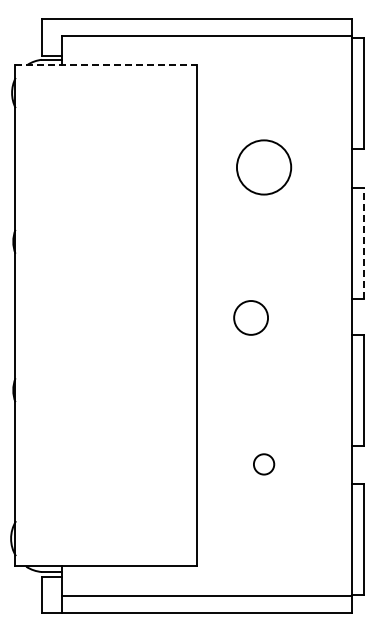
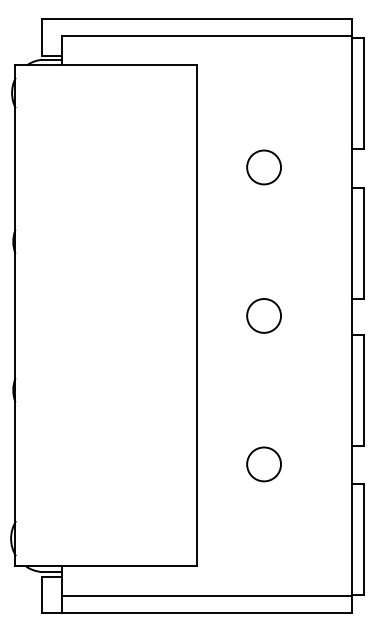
line at (106, 65): dashed -> solid
circle at (263, 167) diameter: 54 px -> 34 px
line at (363, 243): dashed -> solid
circle at (250, 317) position: (250, 317) -> (263, 315)
circle at (263, 464) diameter: 20 px -> 34 px
